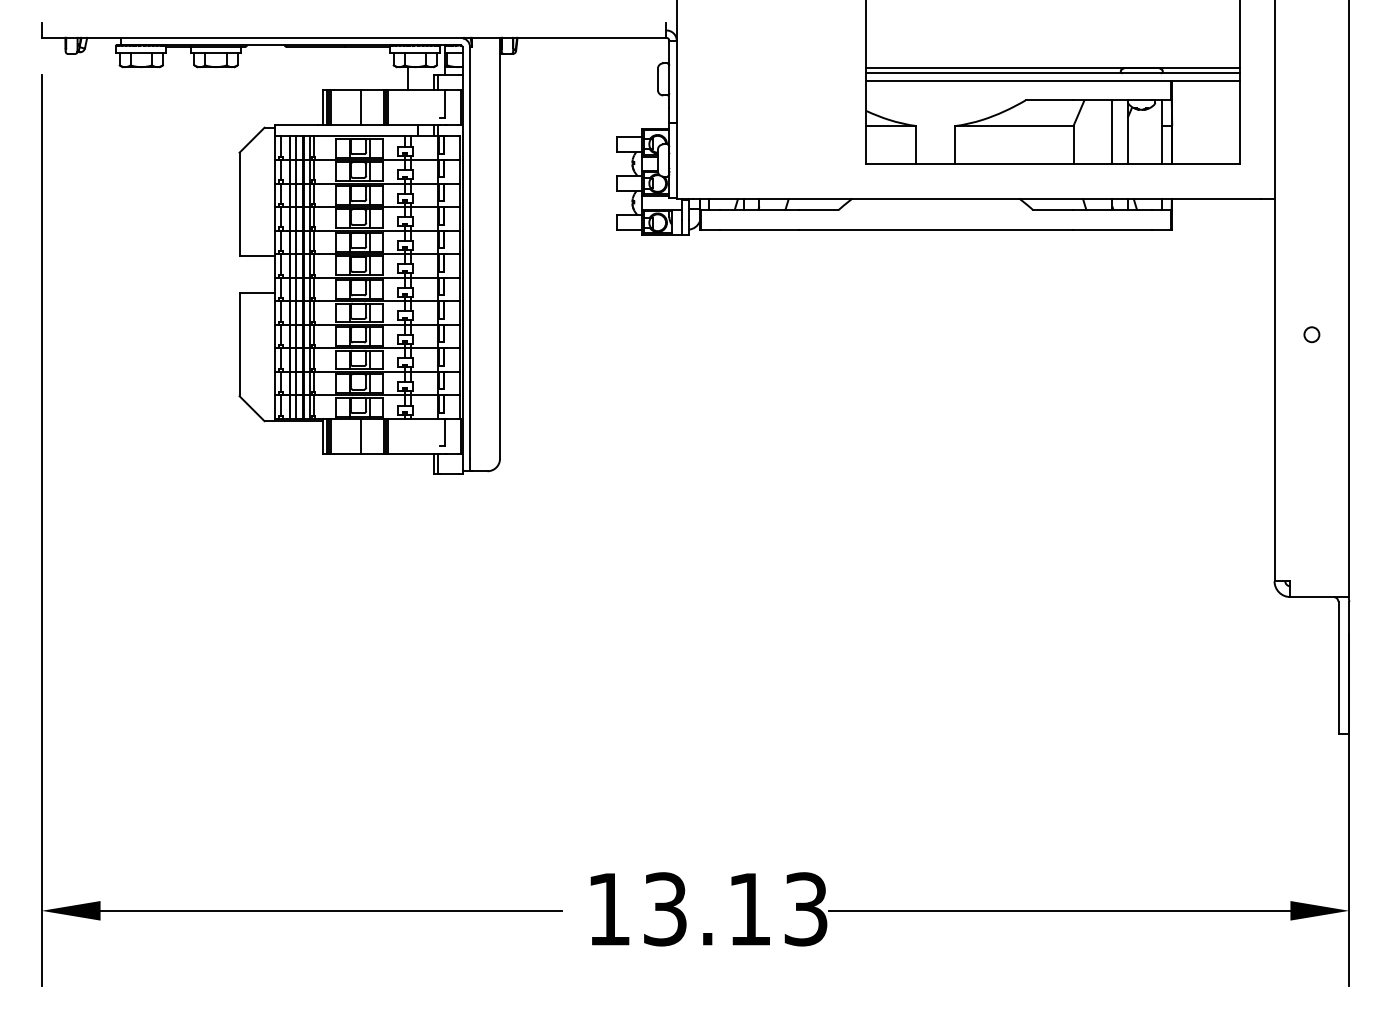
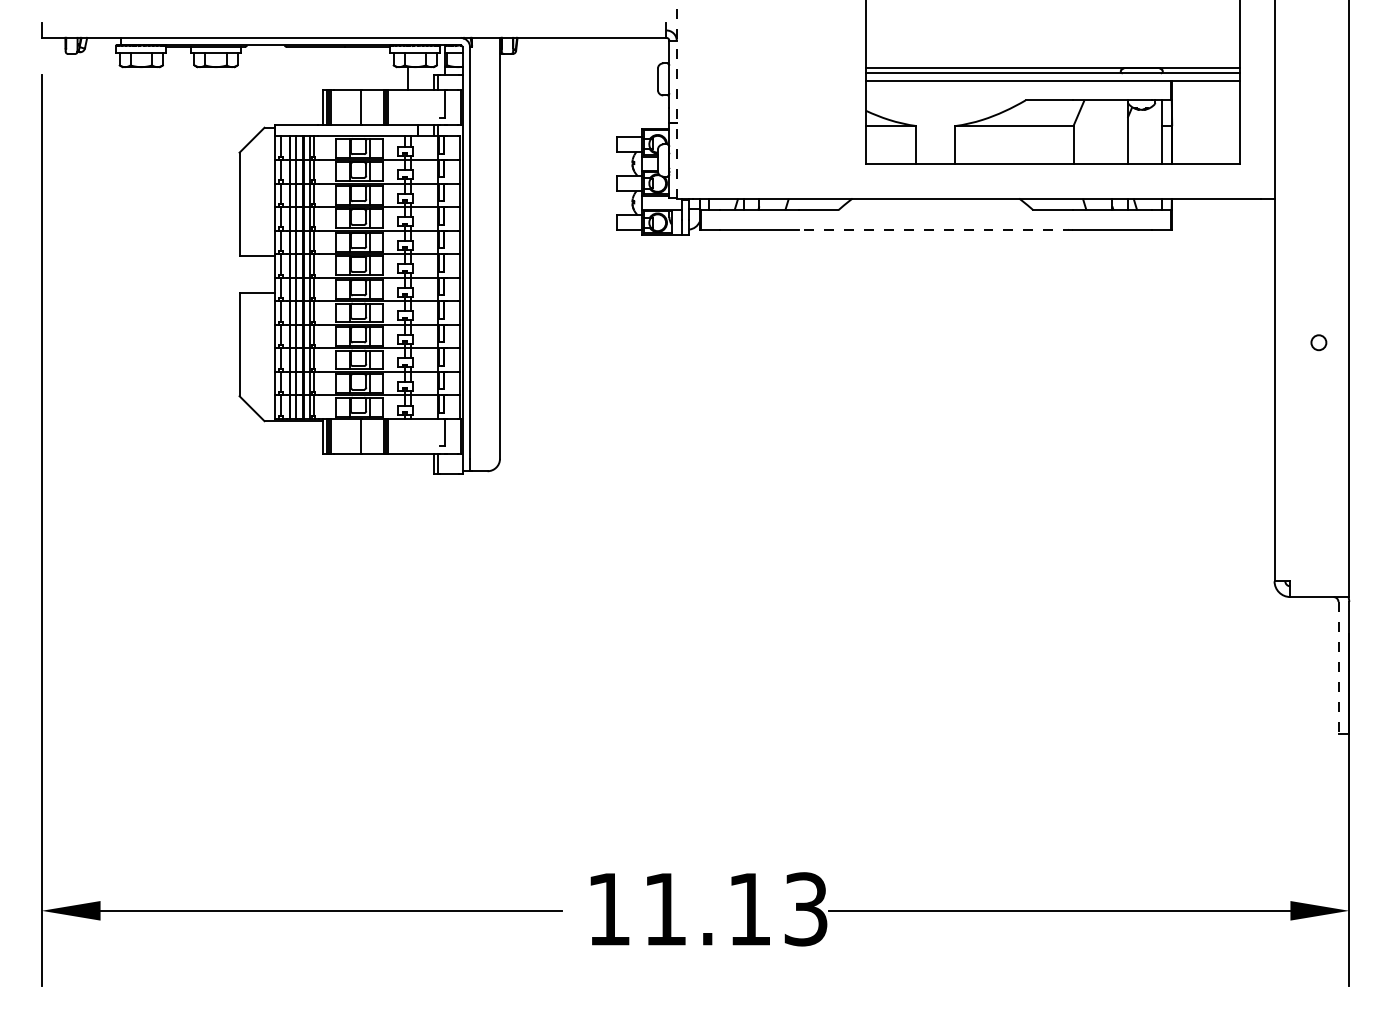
line at (676, 99): solid -> dashed
line at (1112, 131): present -> none
line at (935, 229): solid -> dashed
circle at (1311, 334) position: (1311, 334) -> (1318, 342)
line at (1338, 668): solid -> dashed
text at (665, 909): 13.13 -> 11.13
